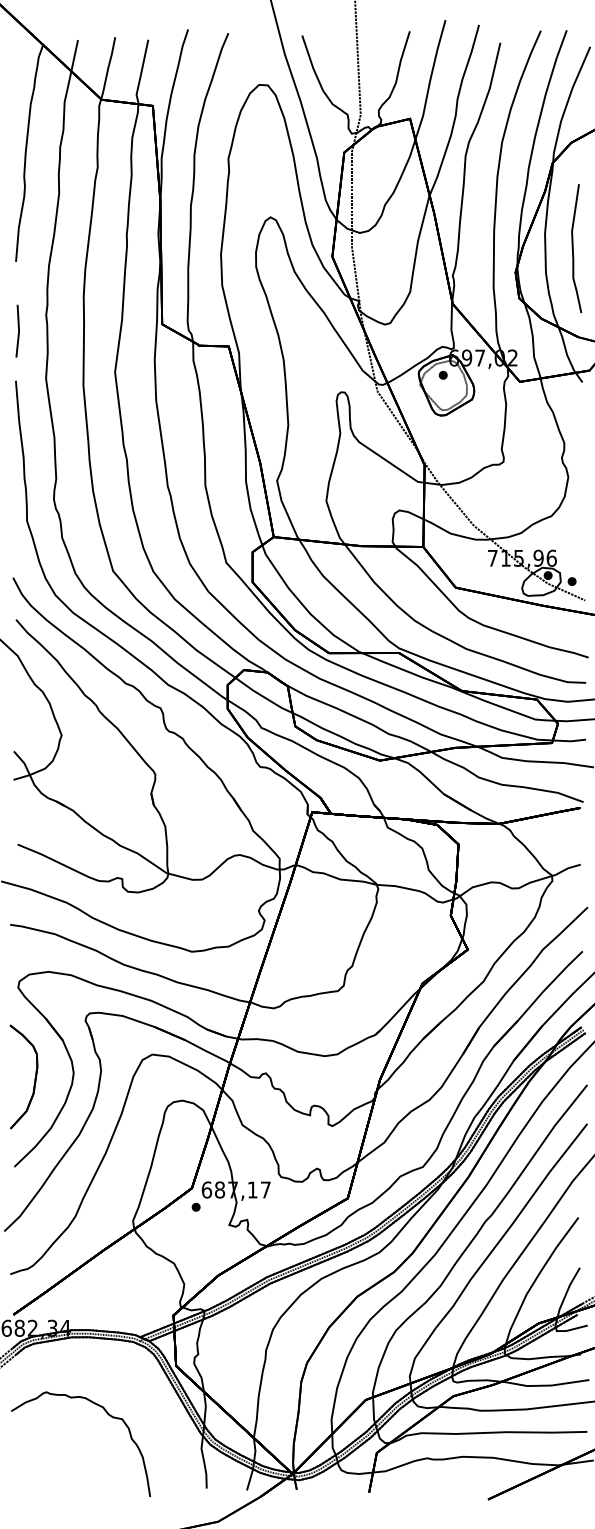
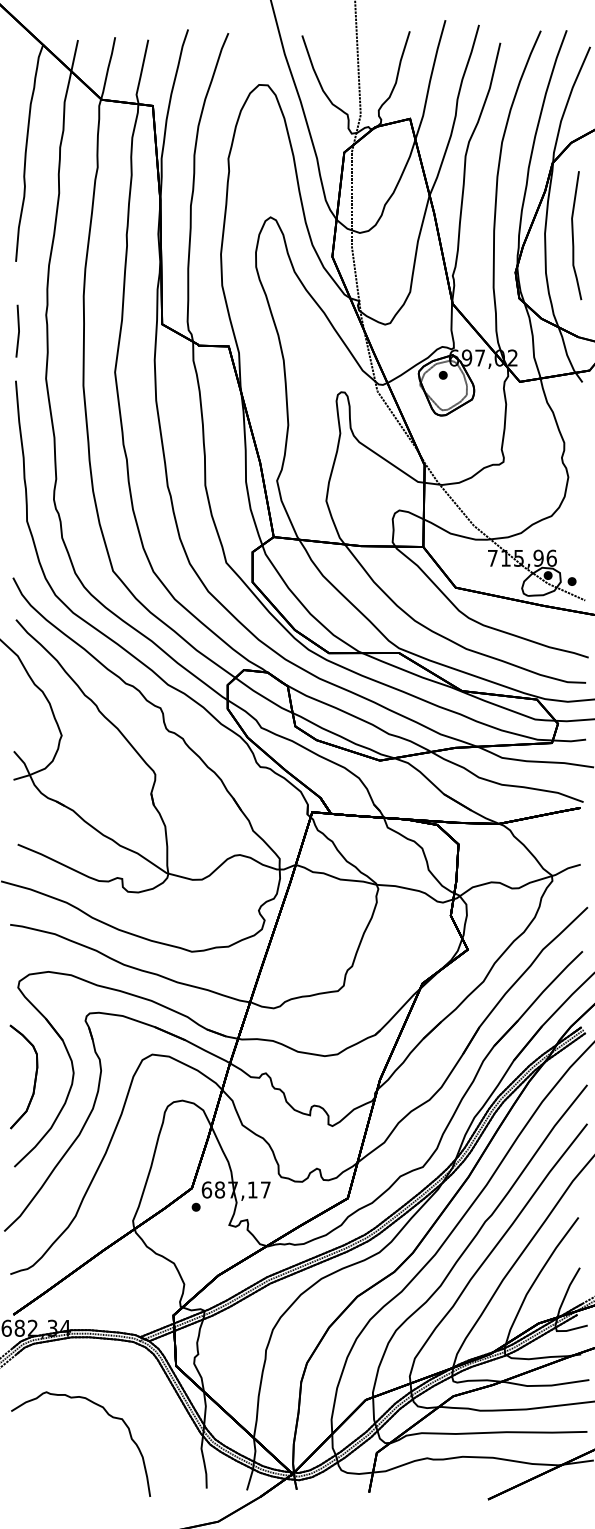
curve at (573, 248) position: (573, 248) -> (573, 235)
